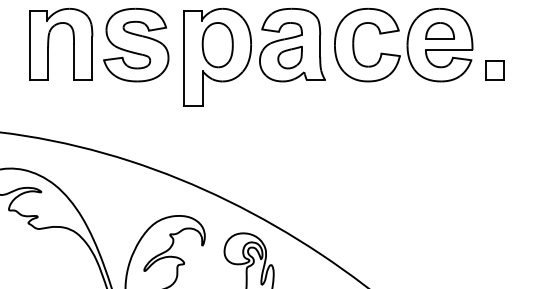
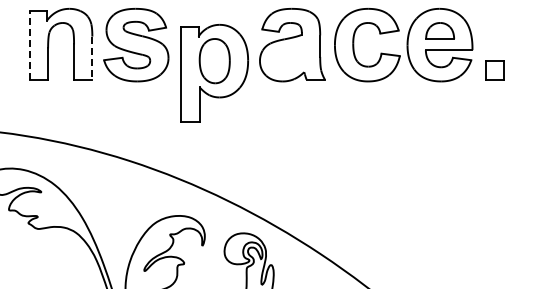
line at (29, 45): solid -> dashed
part at (217, 57) position: (217, 57) -> (214, 73)
part at (289, 57): present -> none
line at (92, 58): solid -> dashed
